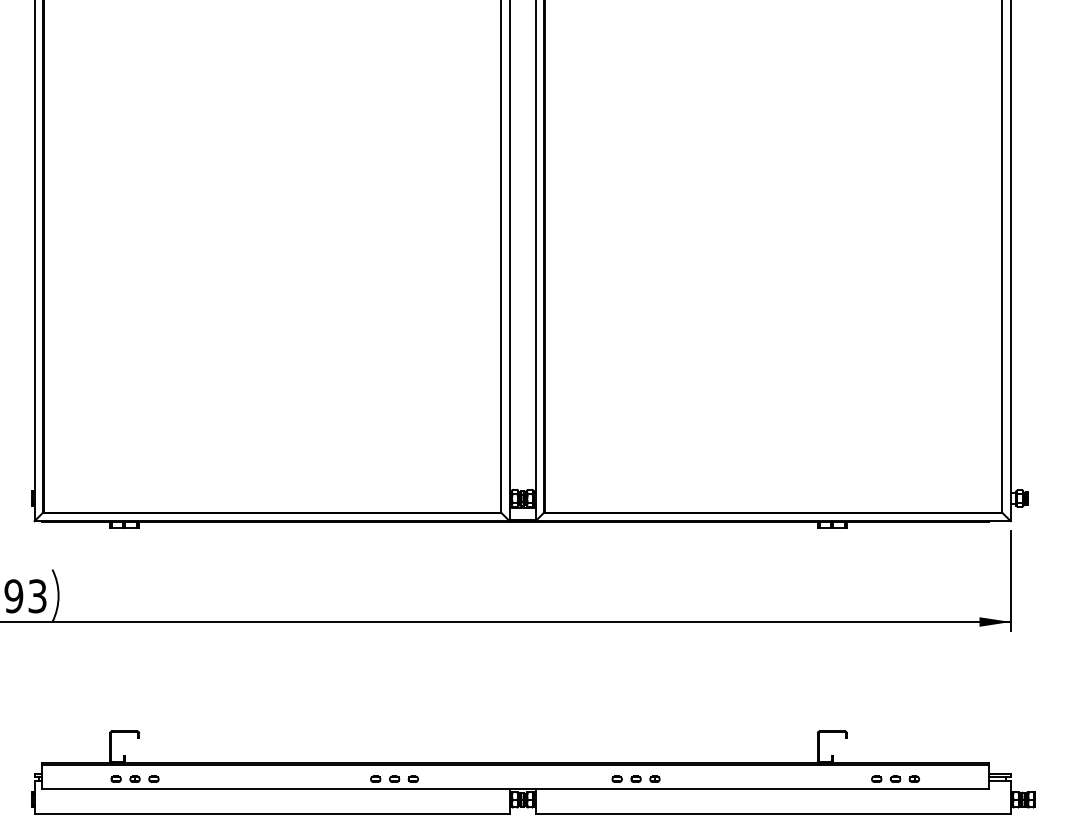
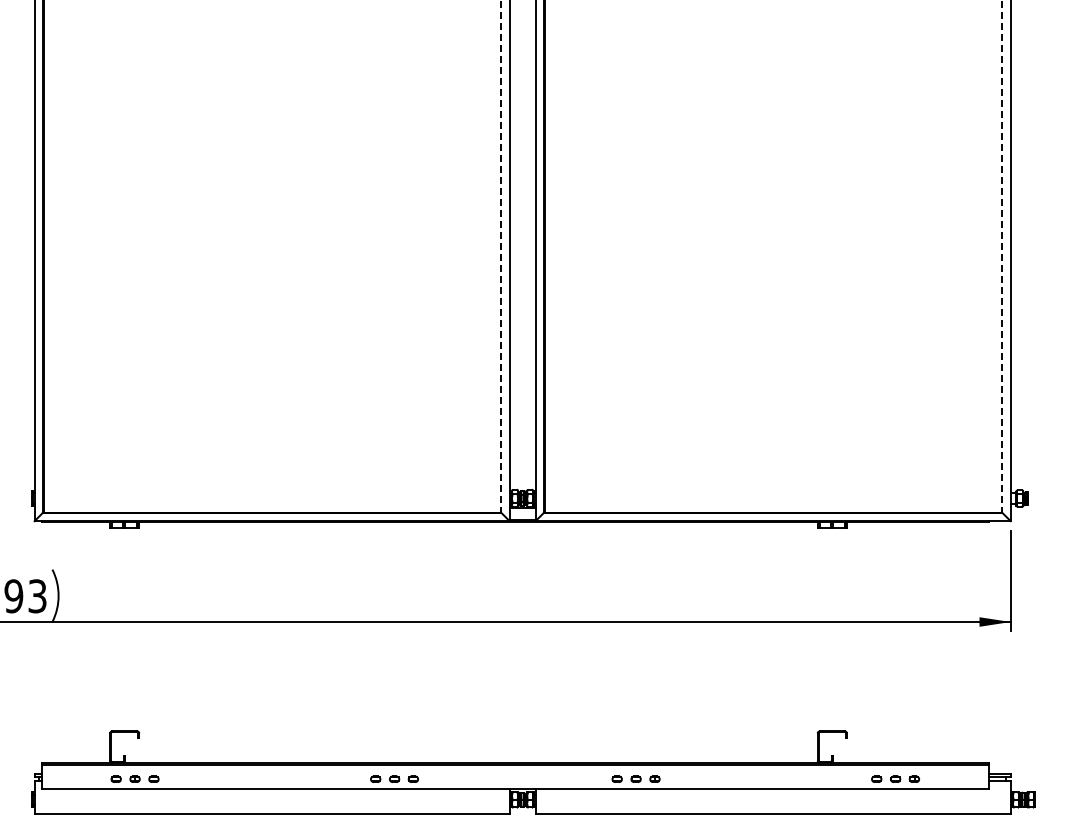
line at (501, 256): solid -> dashed
line at (1002, 256): solid -> dashed
